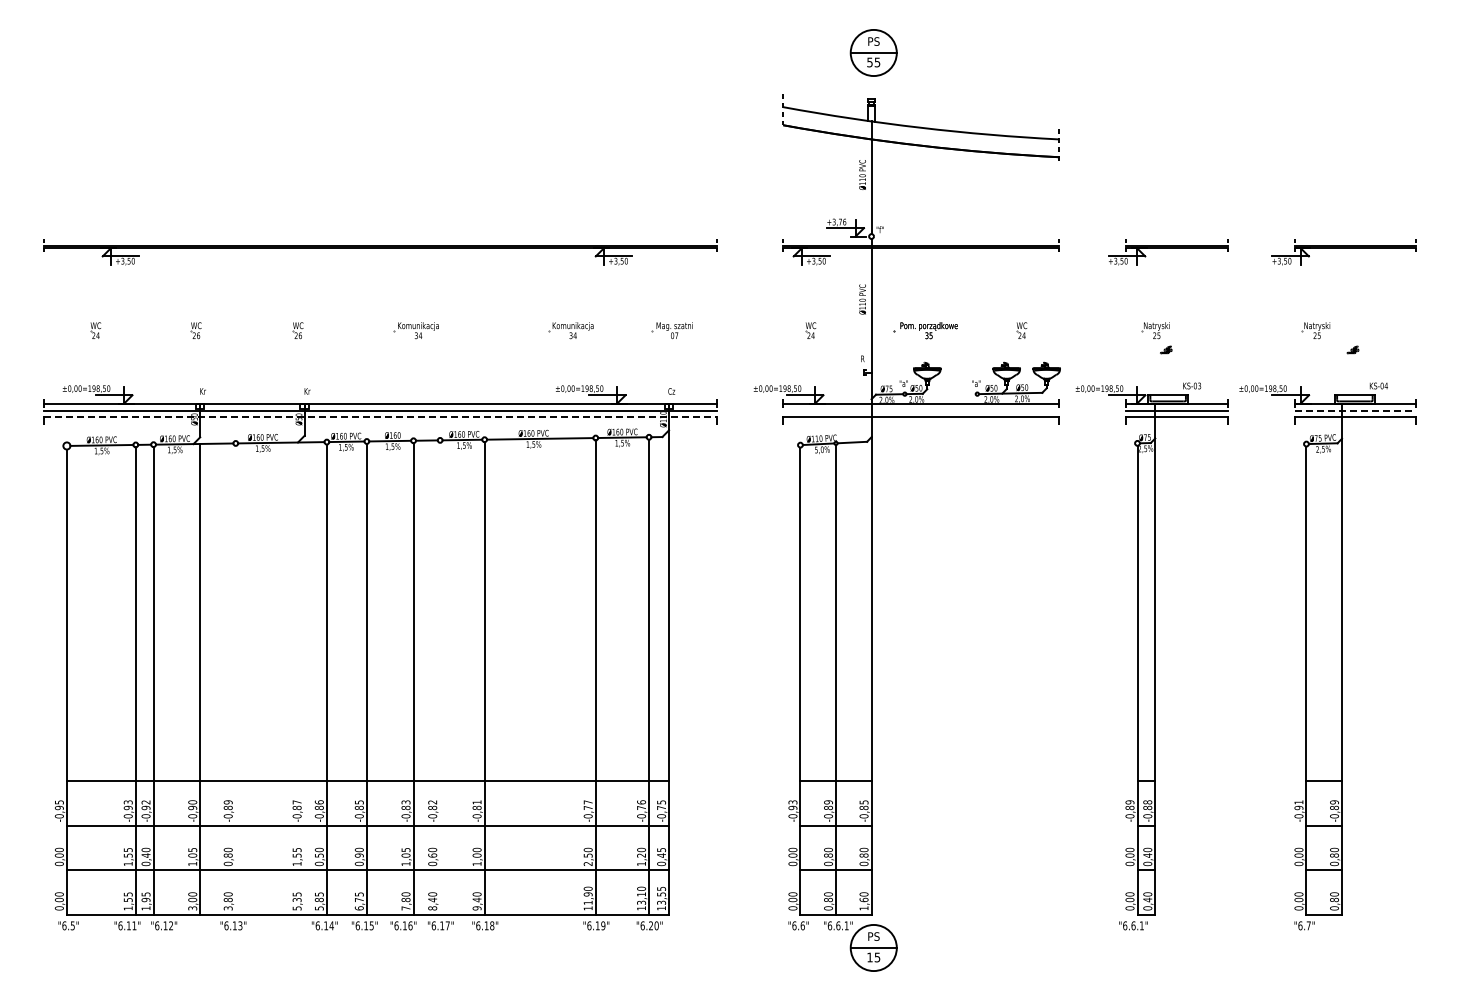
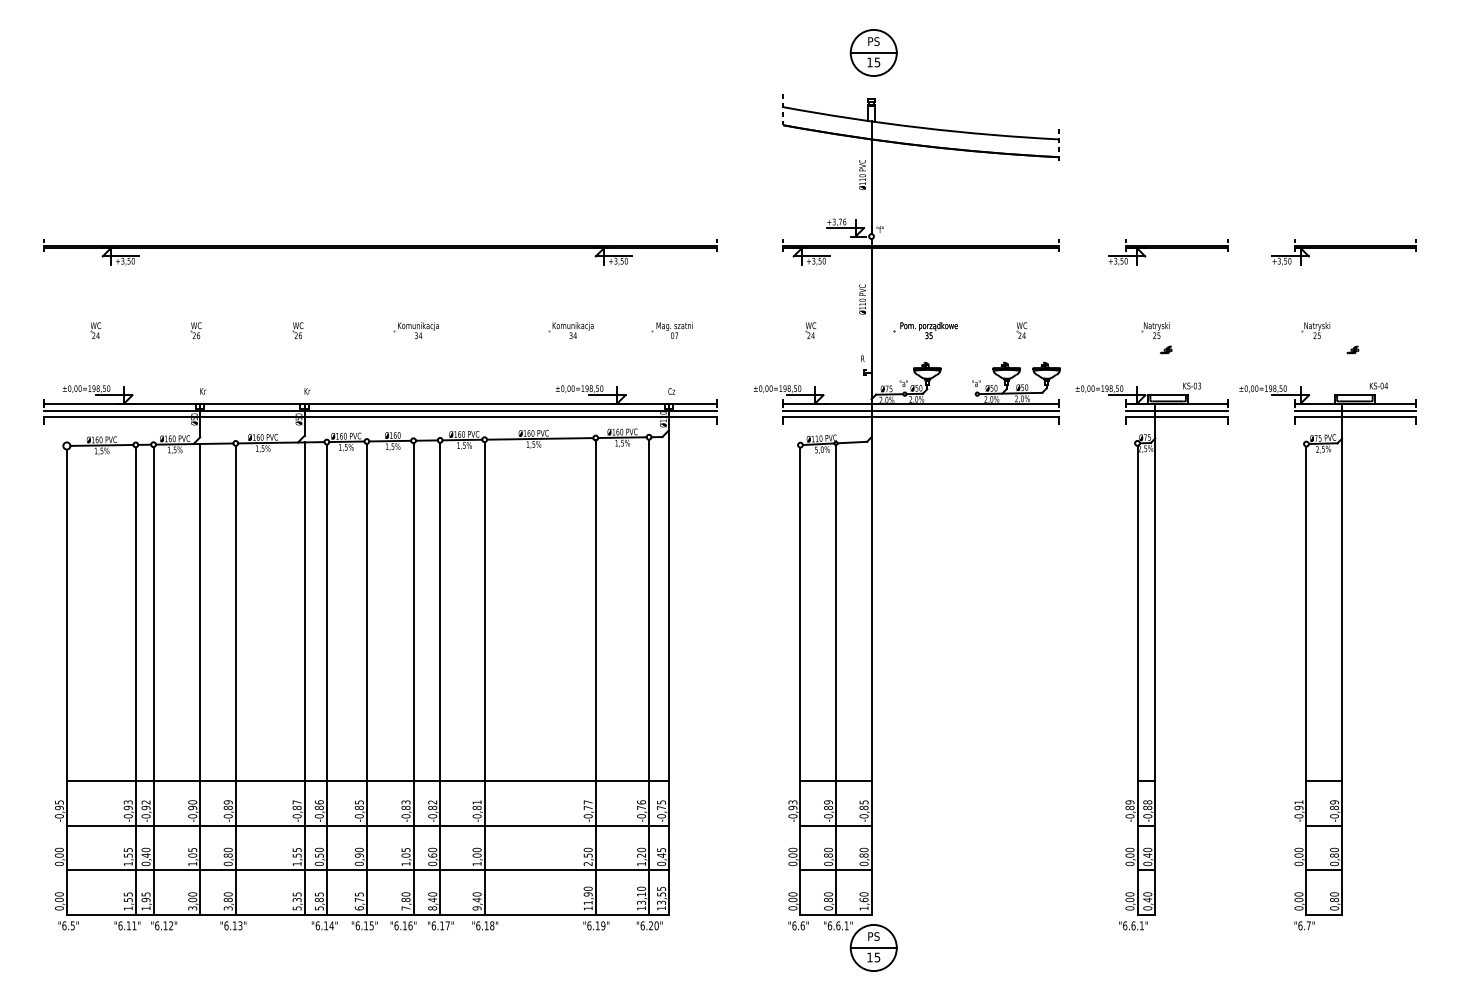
text at (869, 62): 55 -> 15
line at (921, 410): none -> present
line at (1355, 410): dashed -> solid
line at (380, 417): dashed -> solid
line at (304, 678): none -> present
line at (440, 678): none -> present
line at (235, 679): none -> present
